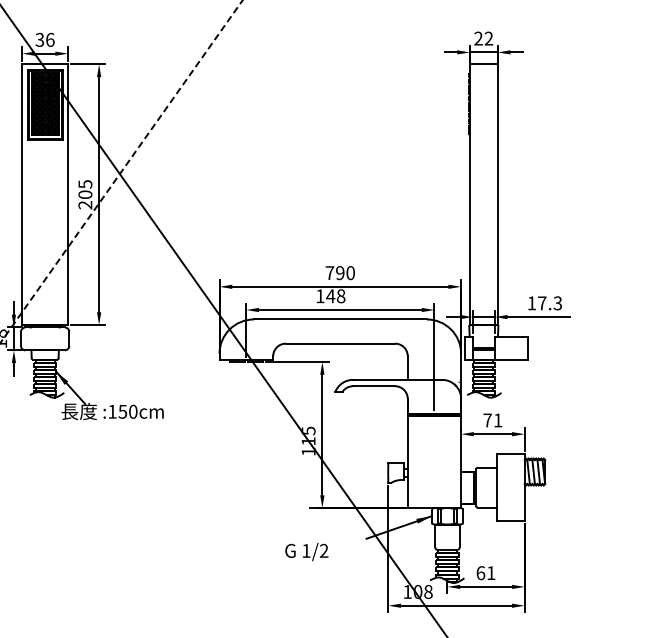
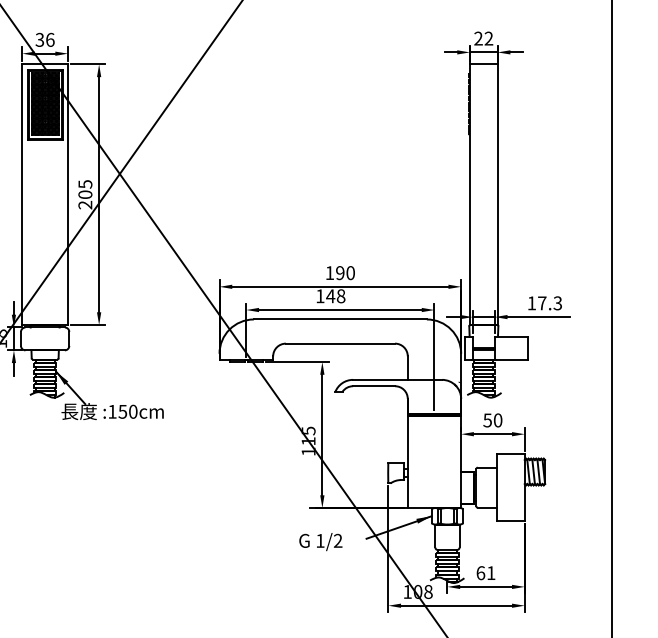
line at (121, 171): dashed -> solid
text at (329, 272): 790 -> 190
line at (611, 318): none -> present
text at (492, 420): 71 -> 50
text at (306, 552) position: (306, 552) -> (320, 542)
